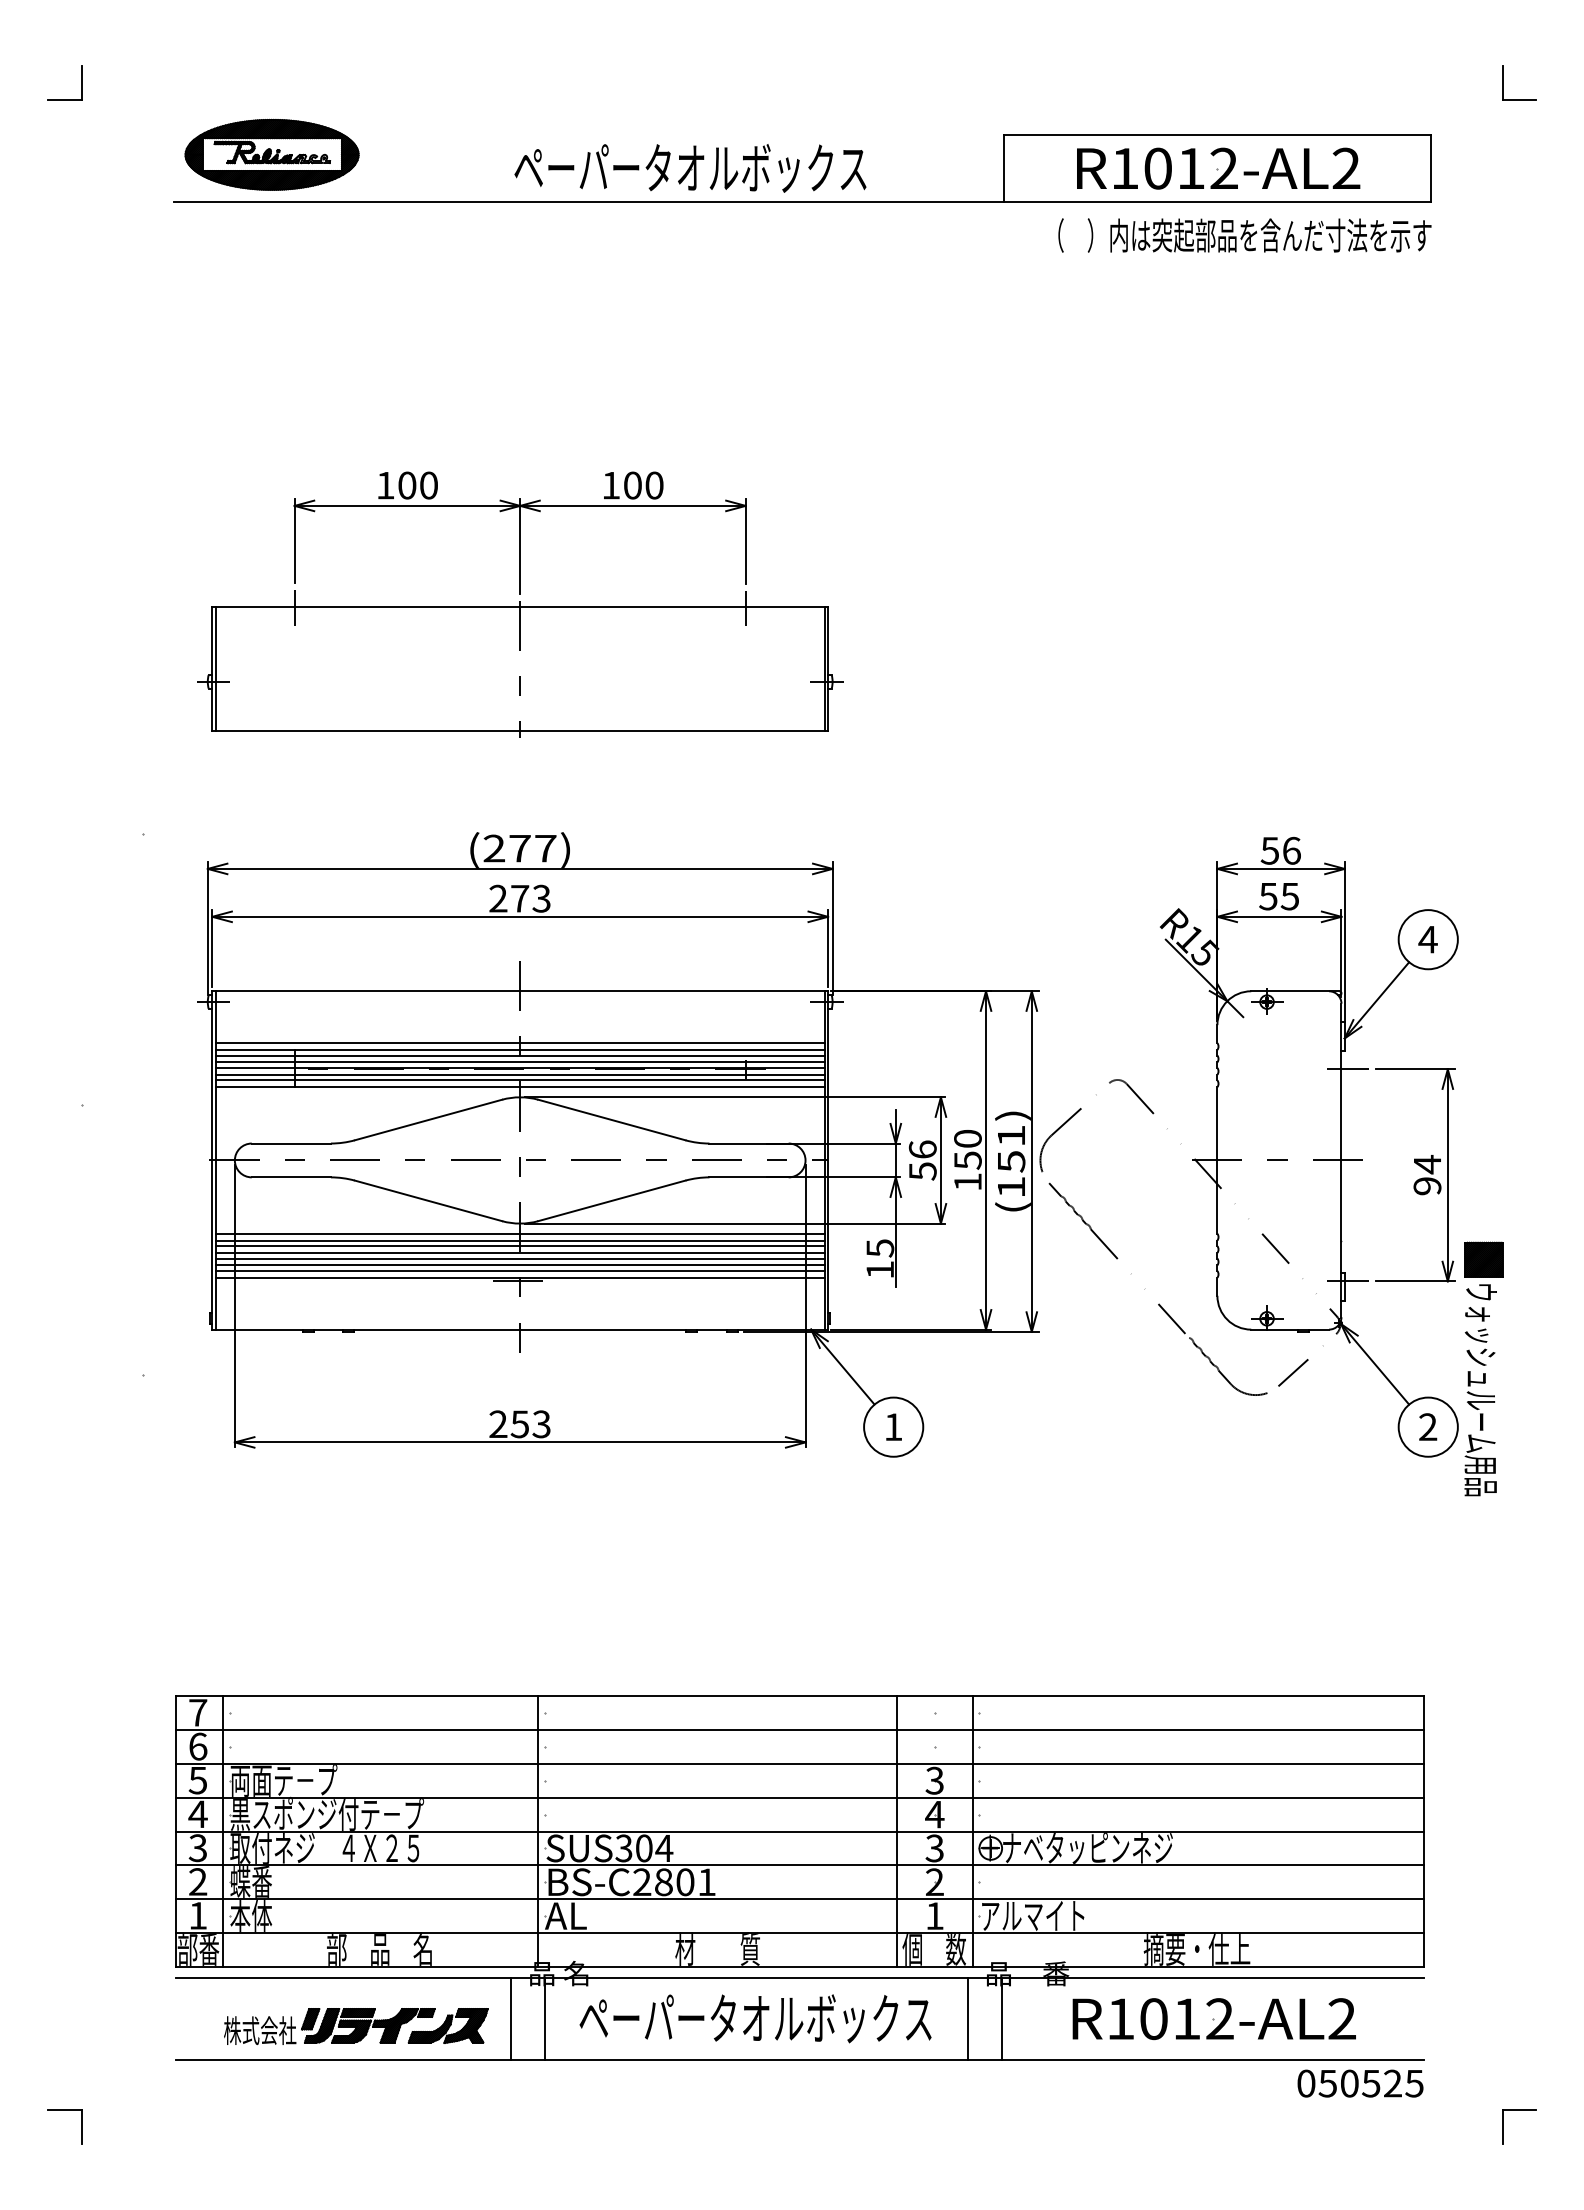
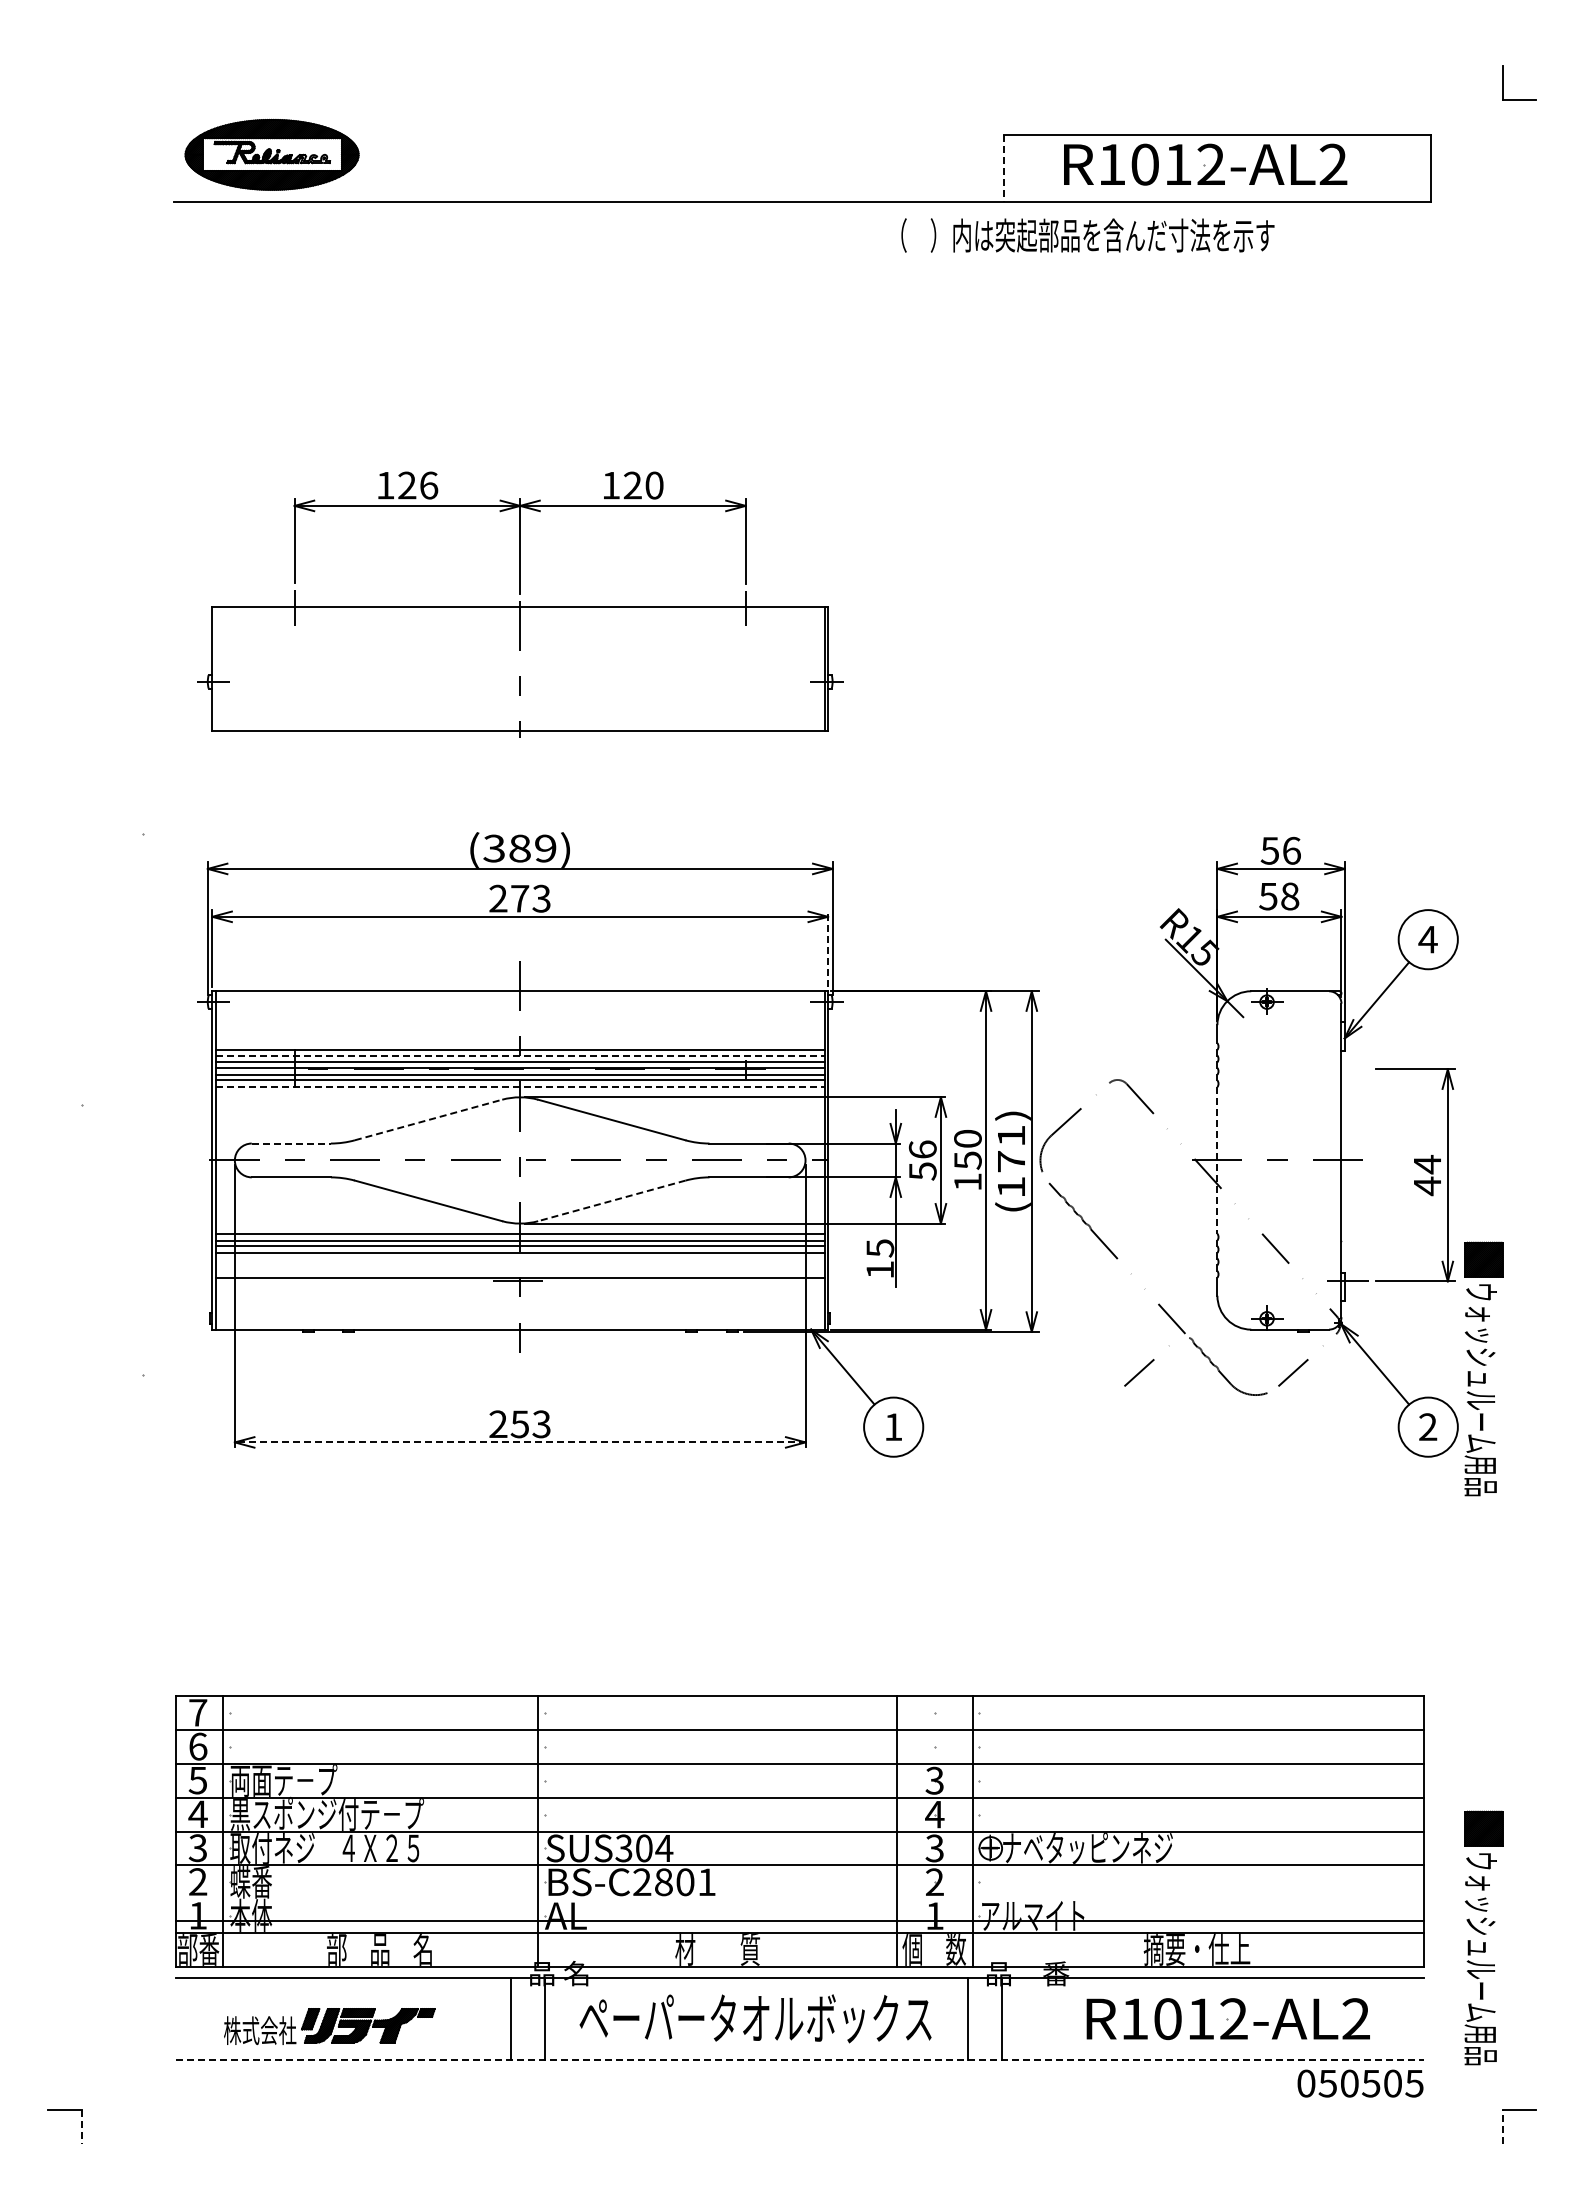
part at (81, 82): present -> none
part at (690, 168): present -> none
line at (1003, 168): solid -> dashed
part at (1218, 168) position: (1218, 168) -> (1205, 164)
text at (1244, 235) position: (1244, 235) -> (1087, 235)
text at (418, 485): 100 -> 126
text at (632, 485): 100 -> 120
line at (215, 669): present -> none
text at (519, 848): (277) -> (389)
text at (1289, 896): 55 -> 58
line at (828, 947): solid -> dashed
line at (519, 1043): present -> none
line at (520, 1055): solid -> dashed
line at (1347, 1069): present -> none
line at (520, 1087): solid -> dashed
line at (429, 1119): solid -> dashed
line at (291, 1143): solid -> dashed
line at (1217, 1160): solid -> dashed
text at (1011, 1161): (151) -> (171)
text at (1427, 1186): 94 -> 44
line at (611, 1201): solid -> dashed
line at (519, 1258): present -> none
line at (519, 1265): present -> none
line at (519, 1270): present -> none
line at (1146, 1365): none -> present
line at (519, 1442): solid -> dashed
line at (799, 1899) position: (799, 1899) -> (799, 1921)
part at (1483, 1937): none -> present
part at (1213, 2019) position: (1213, 2019) -> (1227, 2019)
part at (447, 2025): present -> none
line at (800, 2059): solid -> dashed
text at (1392, 2083): 050525 -> 050505
line at (81, 2126): solid -> dashed
line at (1502, 2126): solid -> dashed
